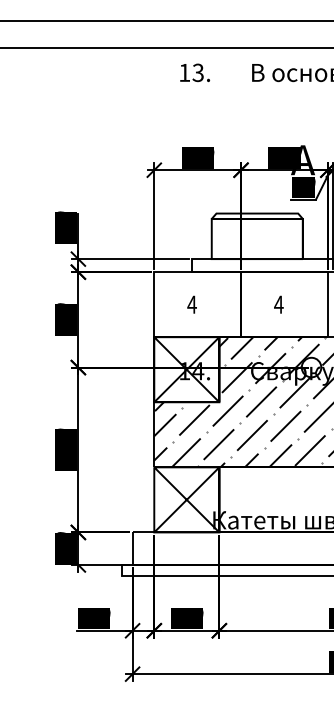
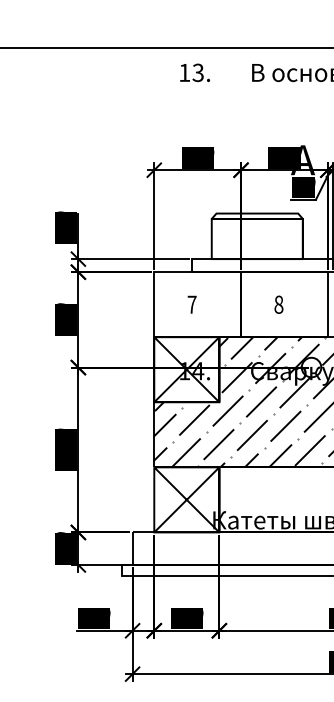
line at (166, 21): present -> none
text at (191, 304): 4 -> 7
text at (278, 304): 4 -> 8
